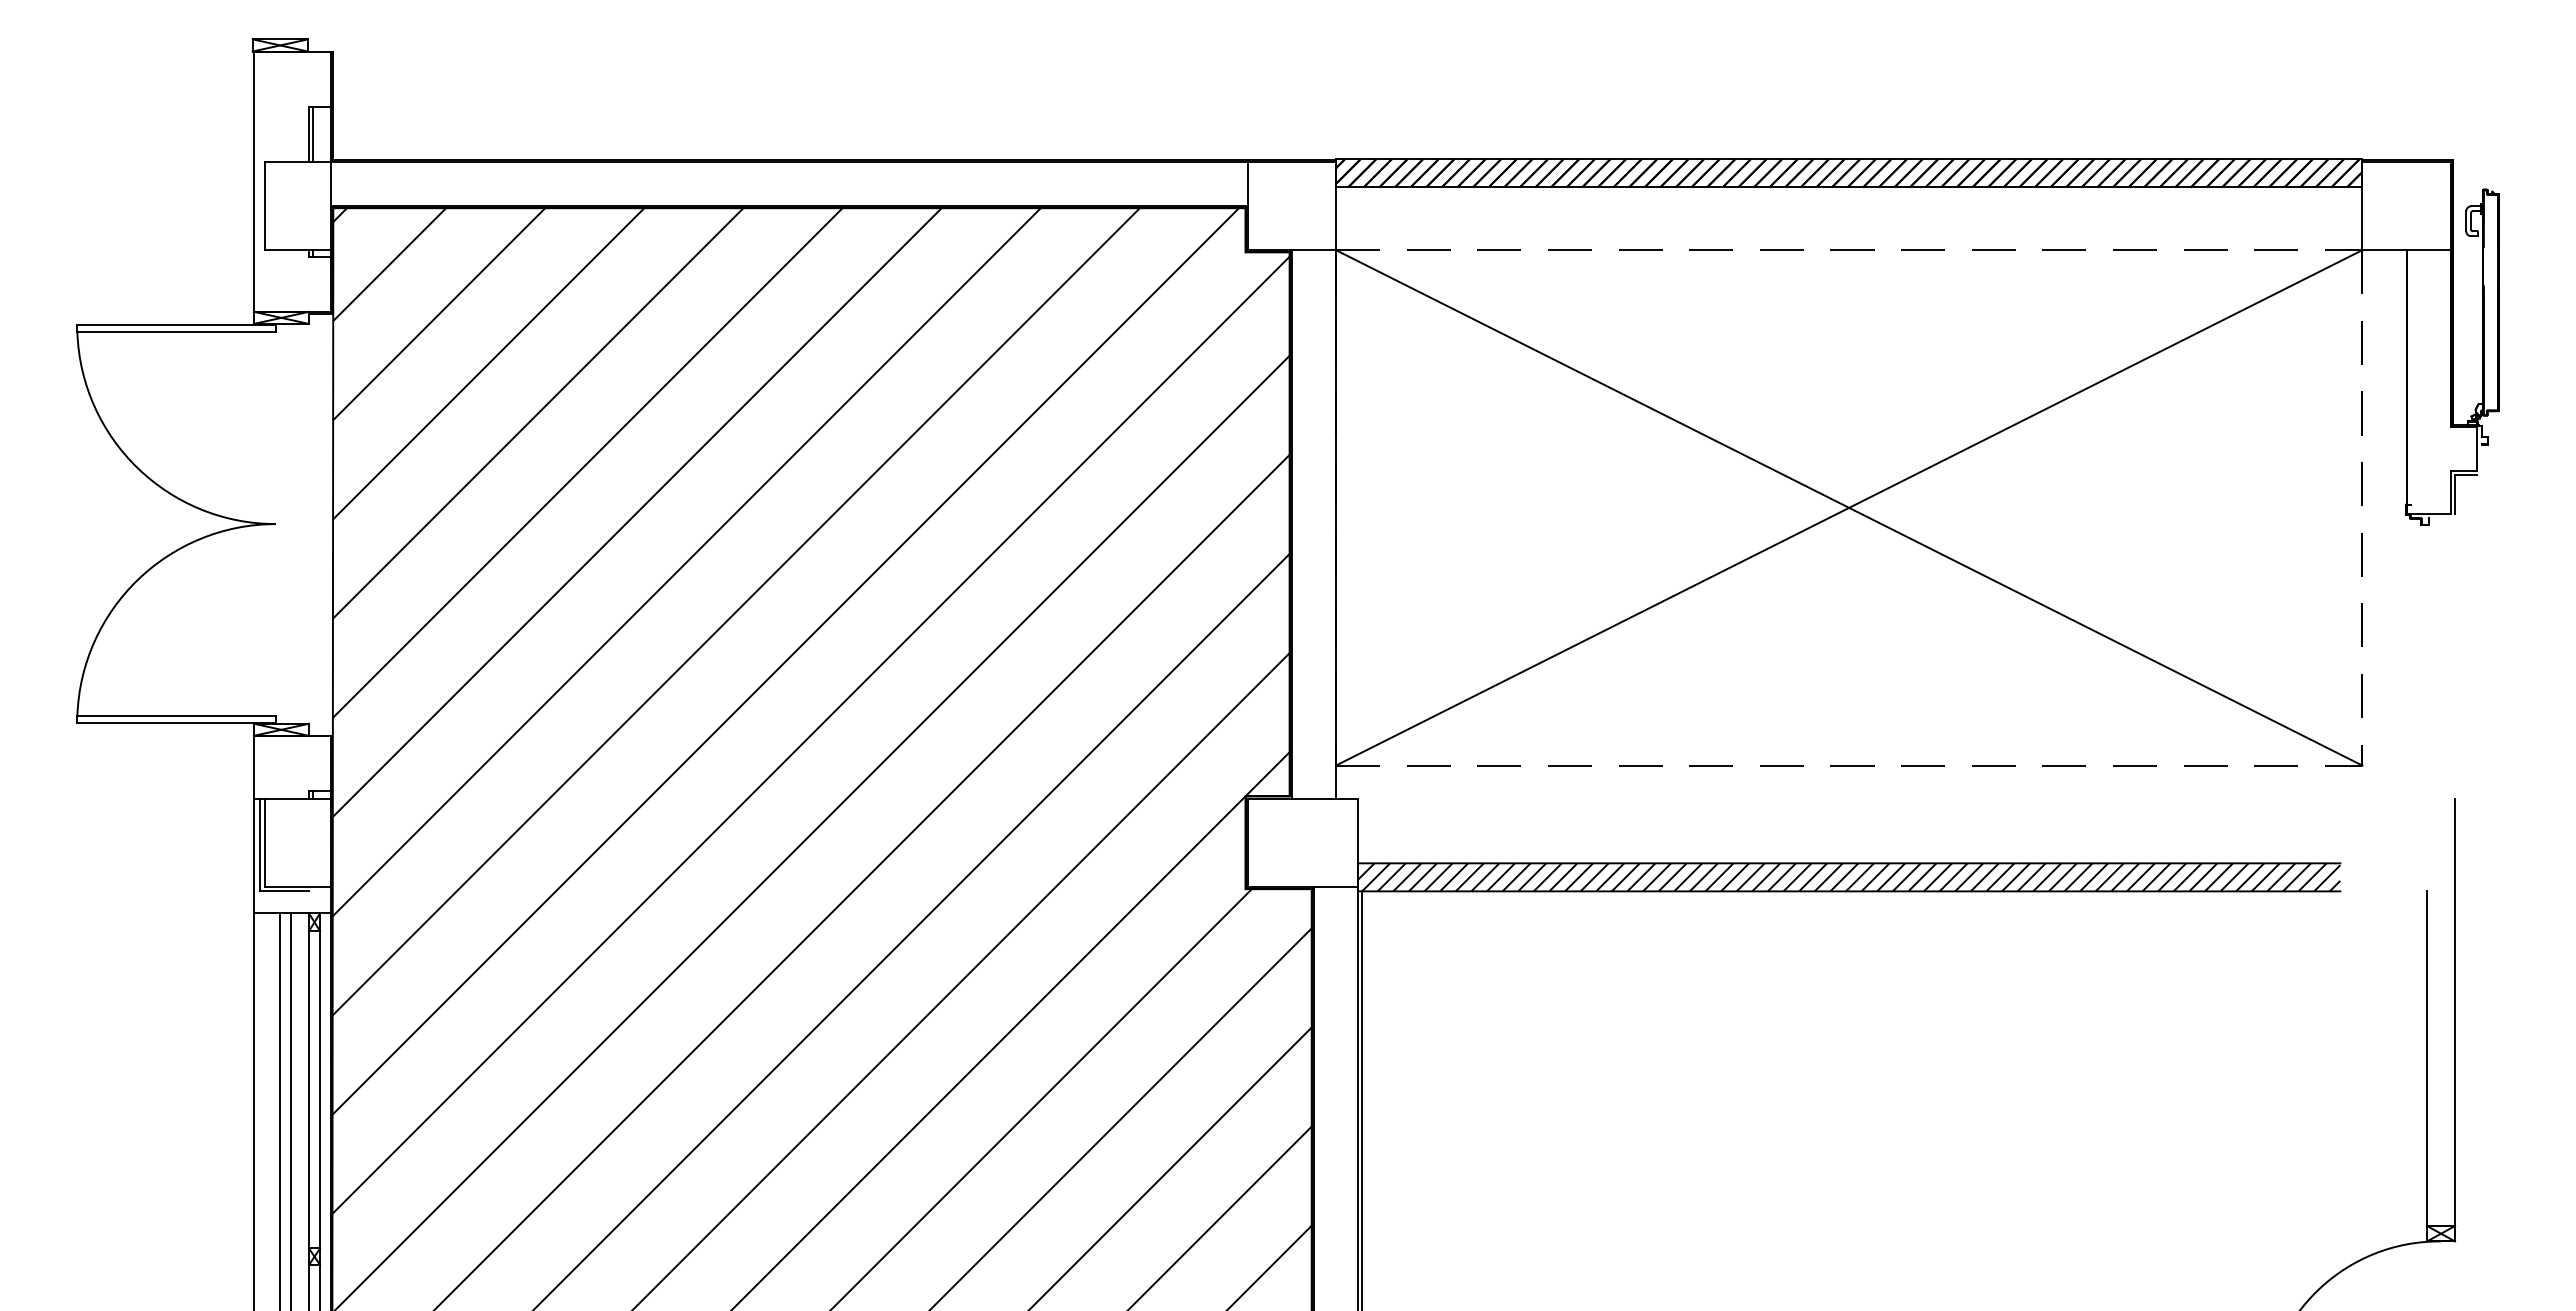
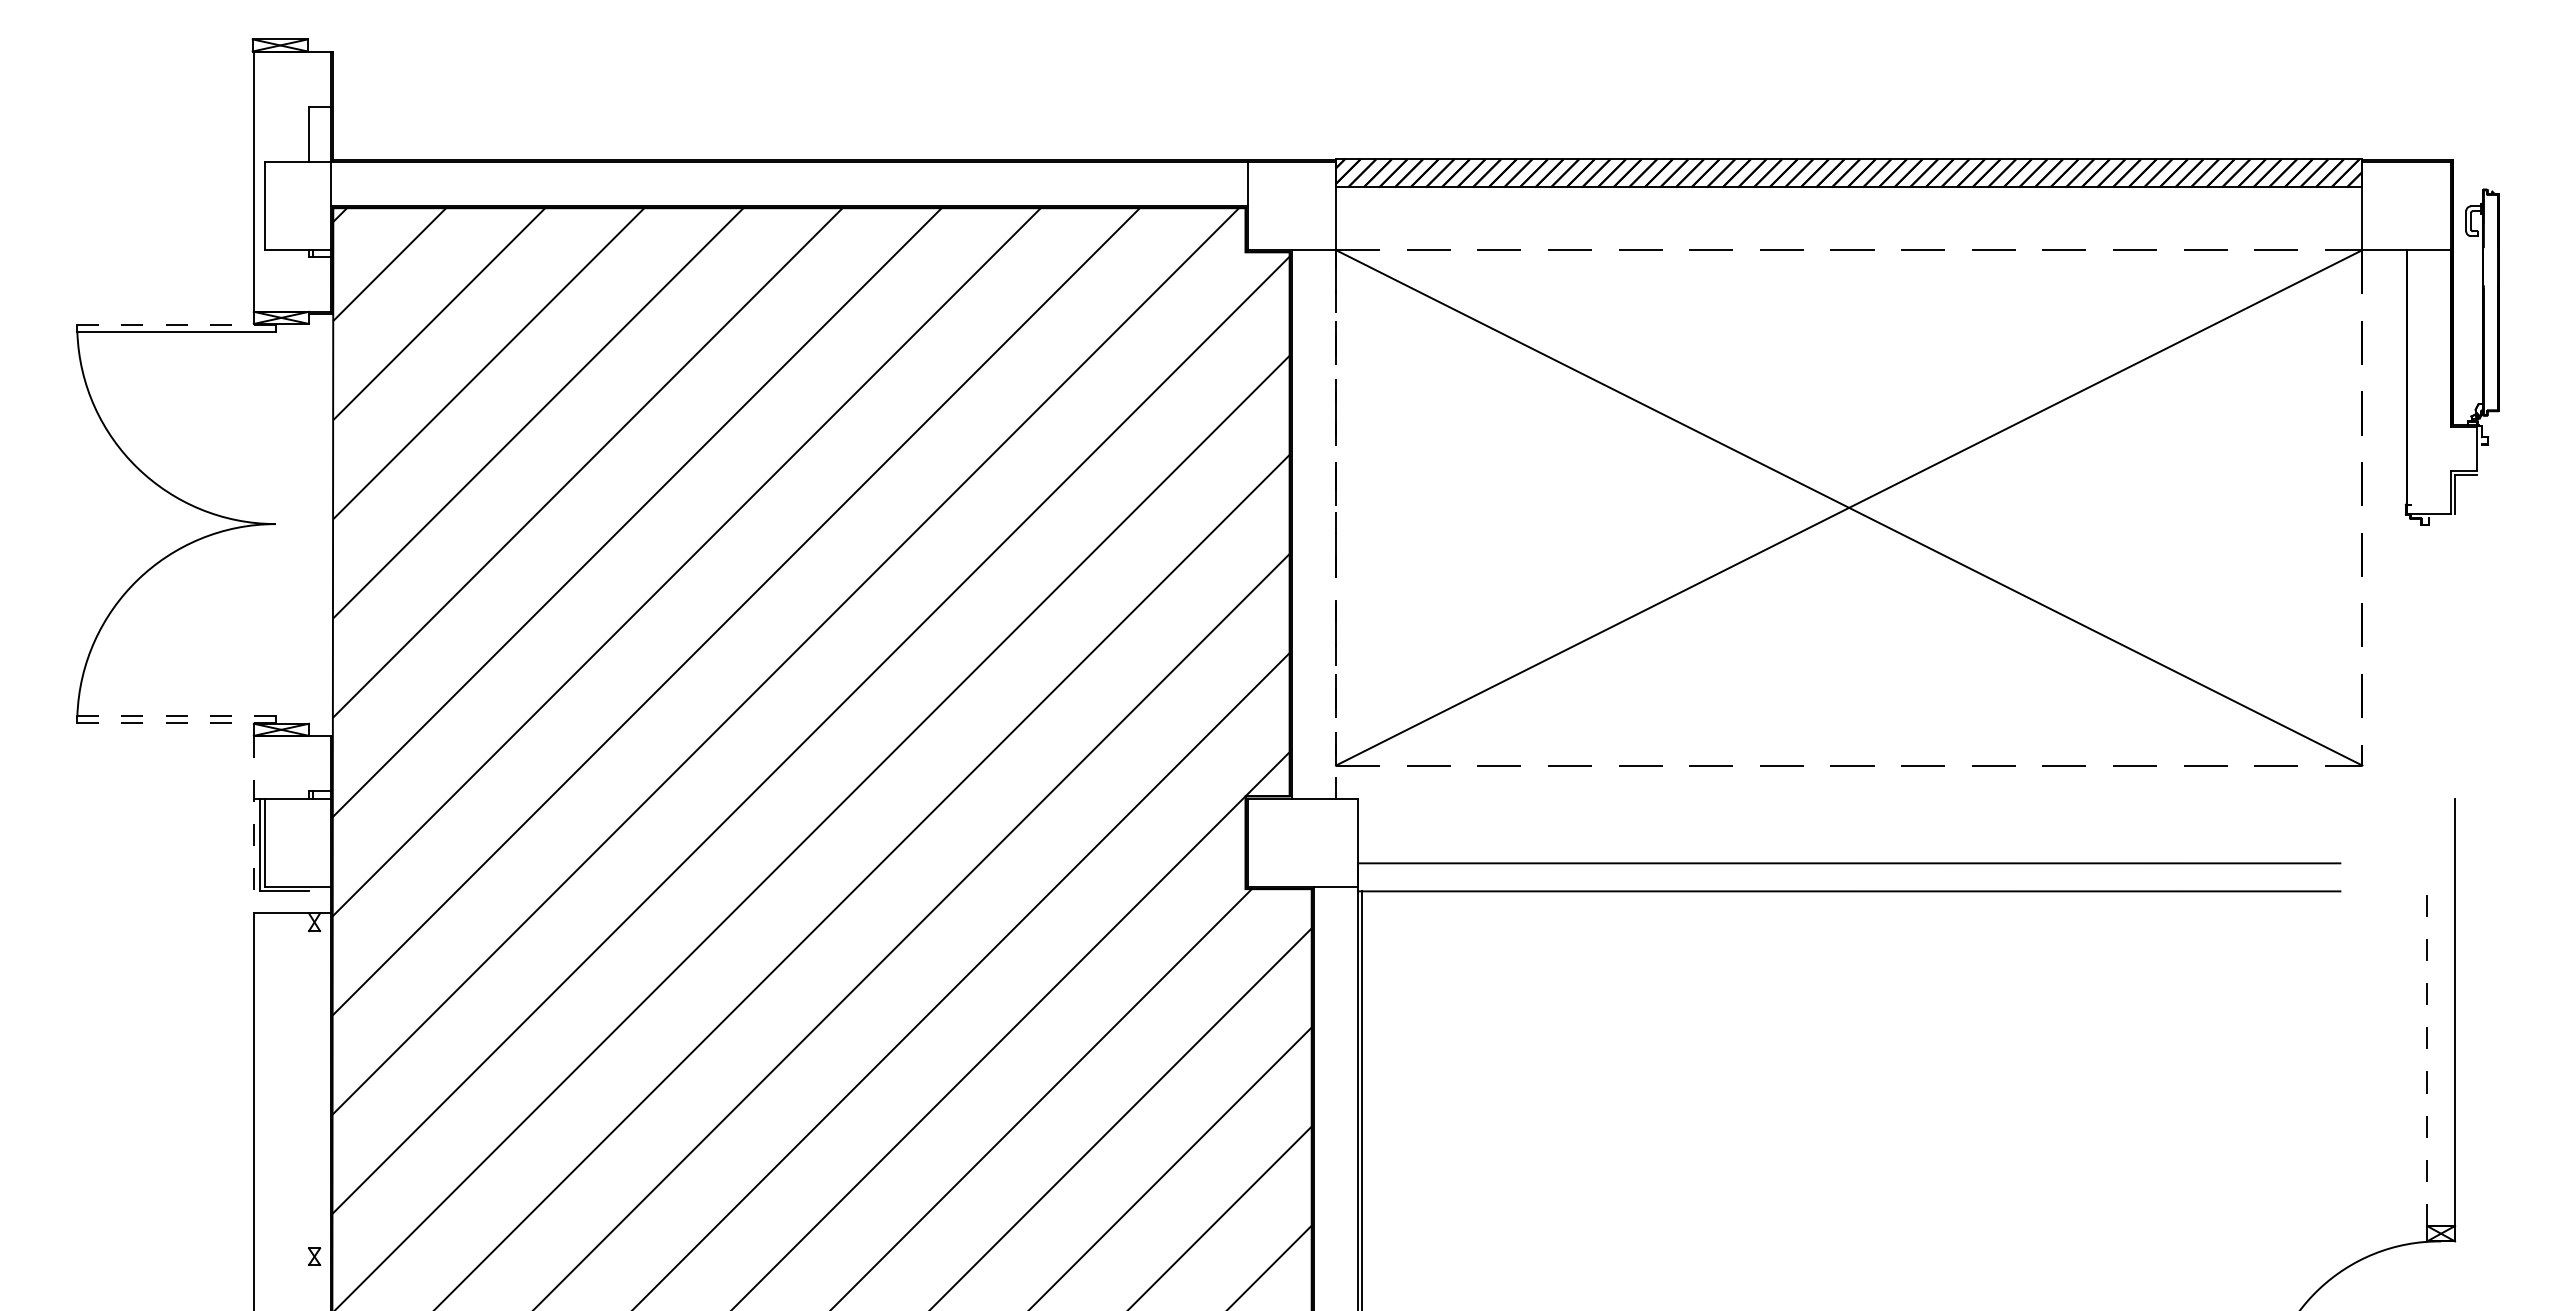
line at (313, 133): present -> none
line at (177, 325): solid -> dashed
line at (1335, 523): solid -> dashed
line at (177, 716): solid -> dashed
line at (177, 722): solid -> dashed
line at (253, 824): solid -> dashed
hatch at (1849, 877): present -> none
line at (2427, 1058): solid -> dashed
line at (280, 1110): present -> none
line at (291, 1110): present -> none
line at (309, 1110): present -> none
line at (320, 1110): present -> none
